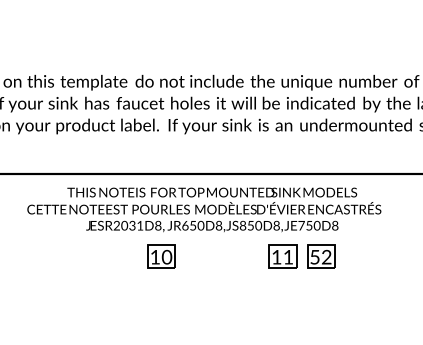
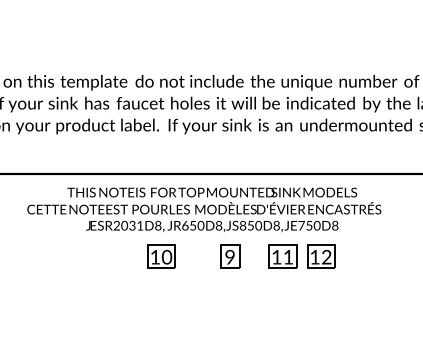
part at (230, 256): none -> present
text at (314, 257): 52 -> 12
